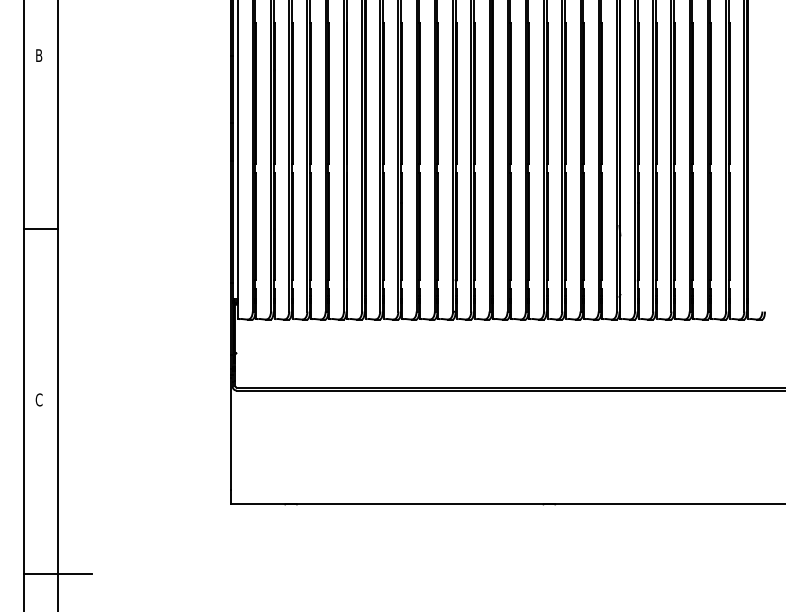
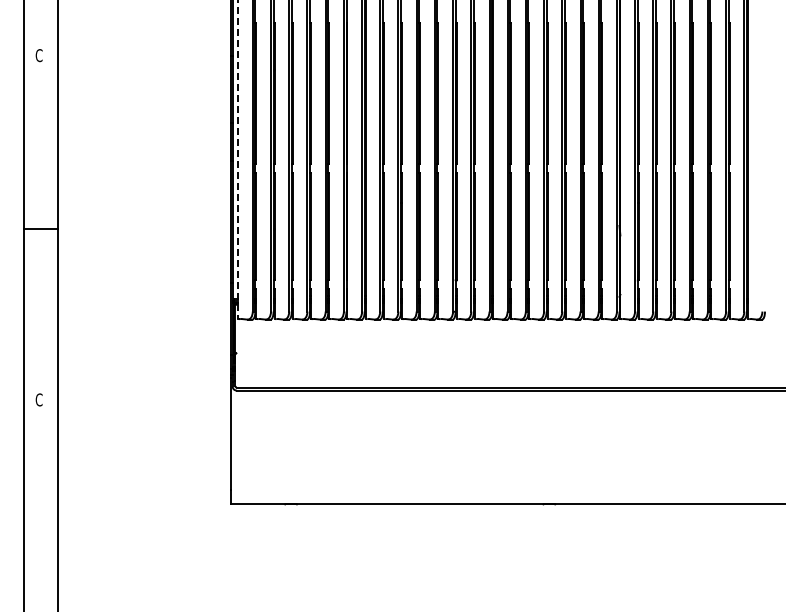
text at (38, 55): B -> C
line at (238, 160): solid -> dashed
line at (57, 573): present -> none
